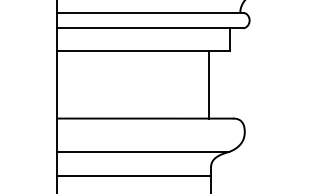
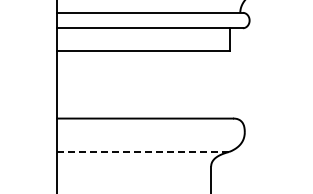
line at (209, 84): present -> none
line at (143, 152): solid -> dashed
line at (134, 176): present -> none
